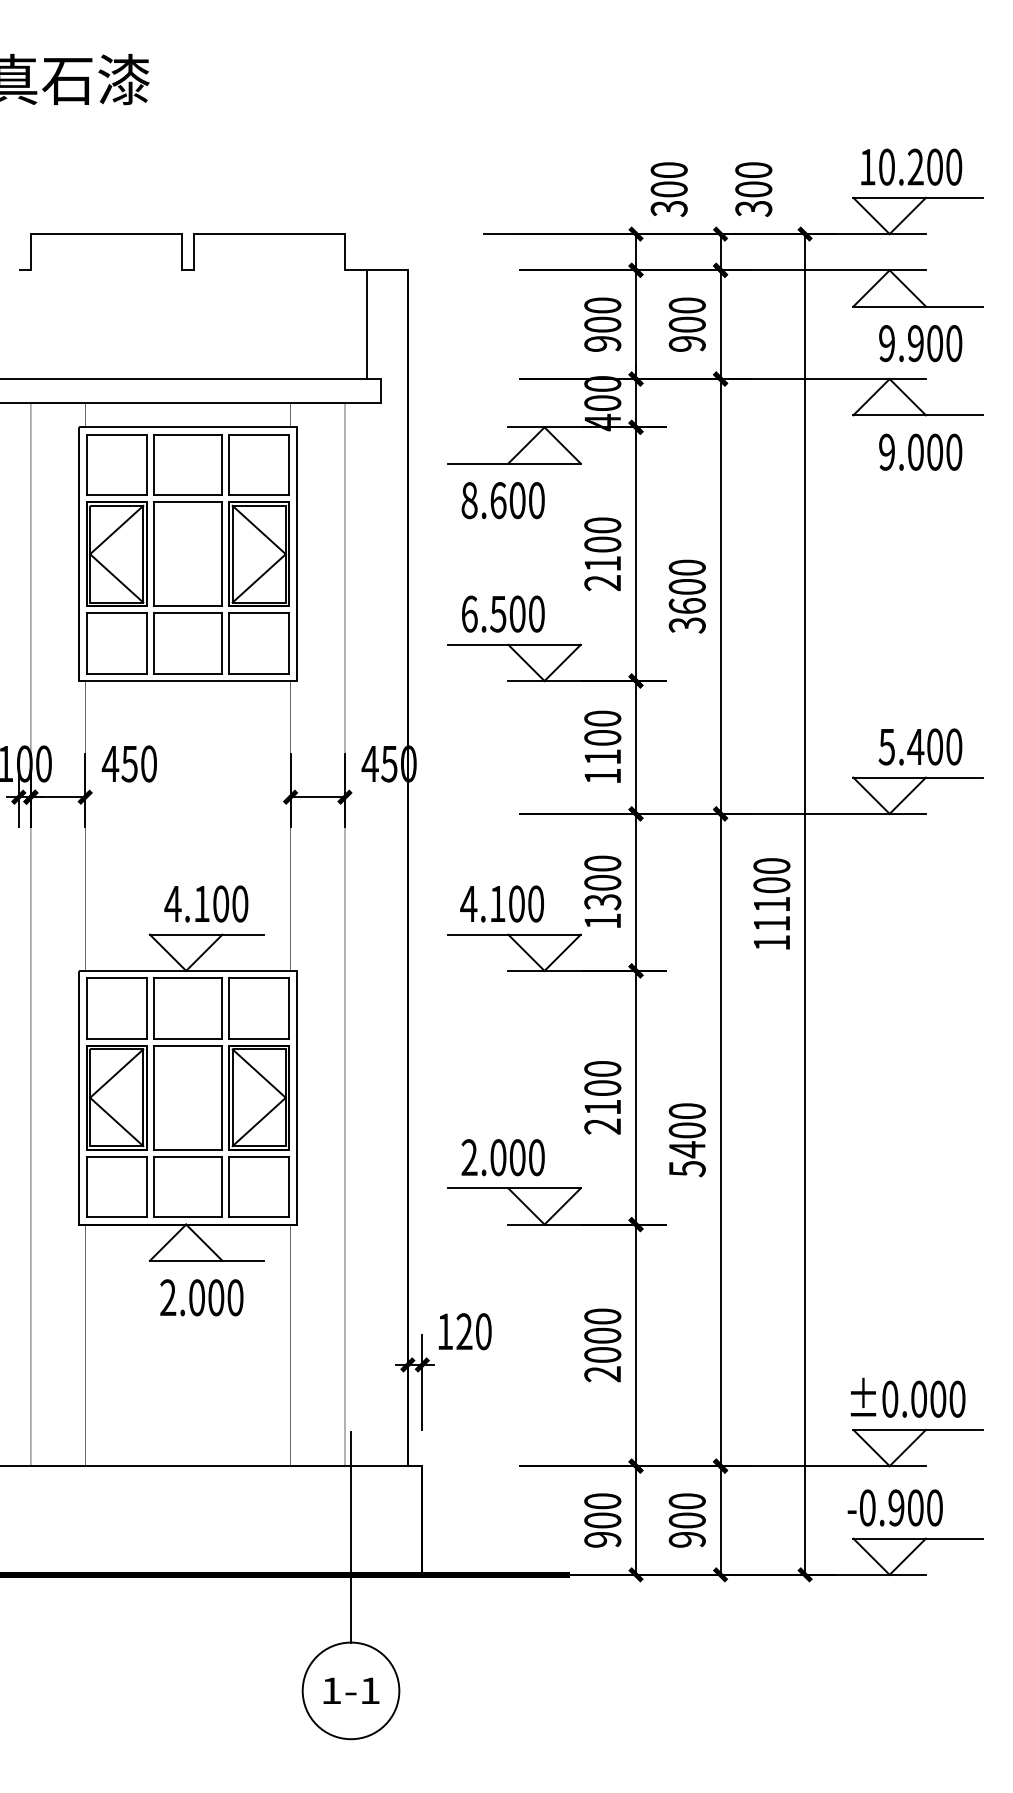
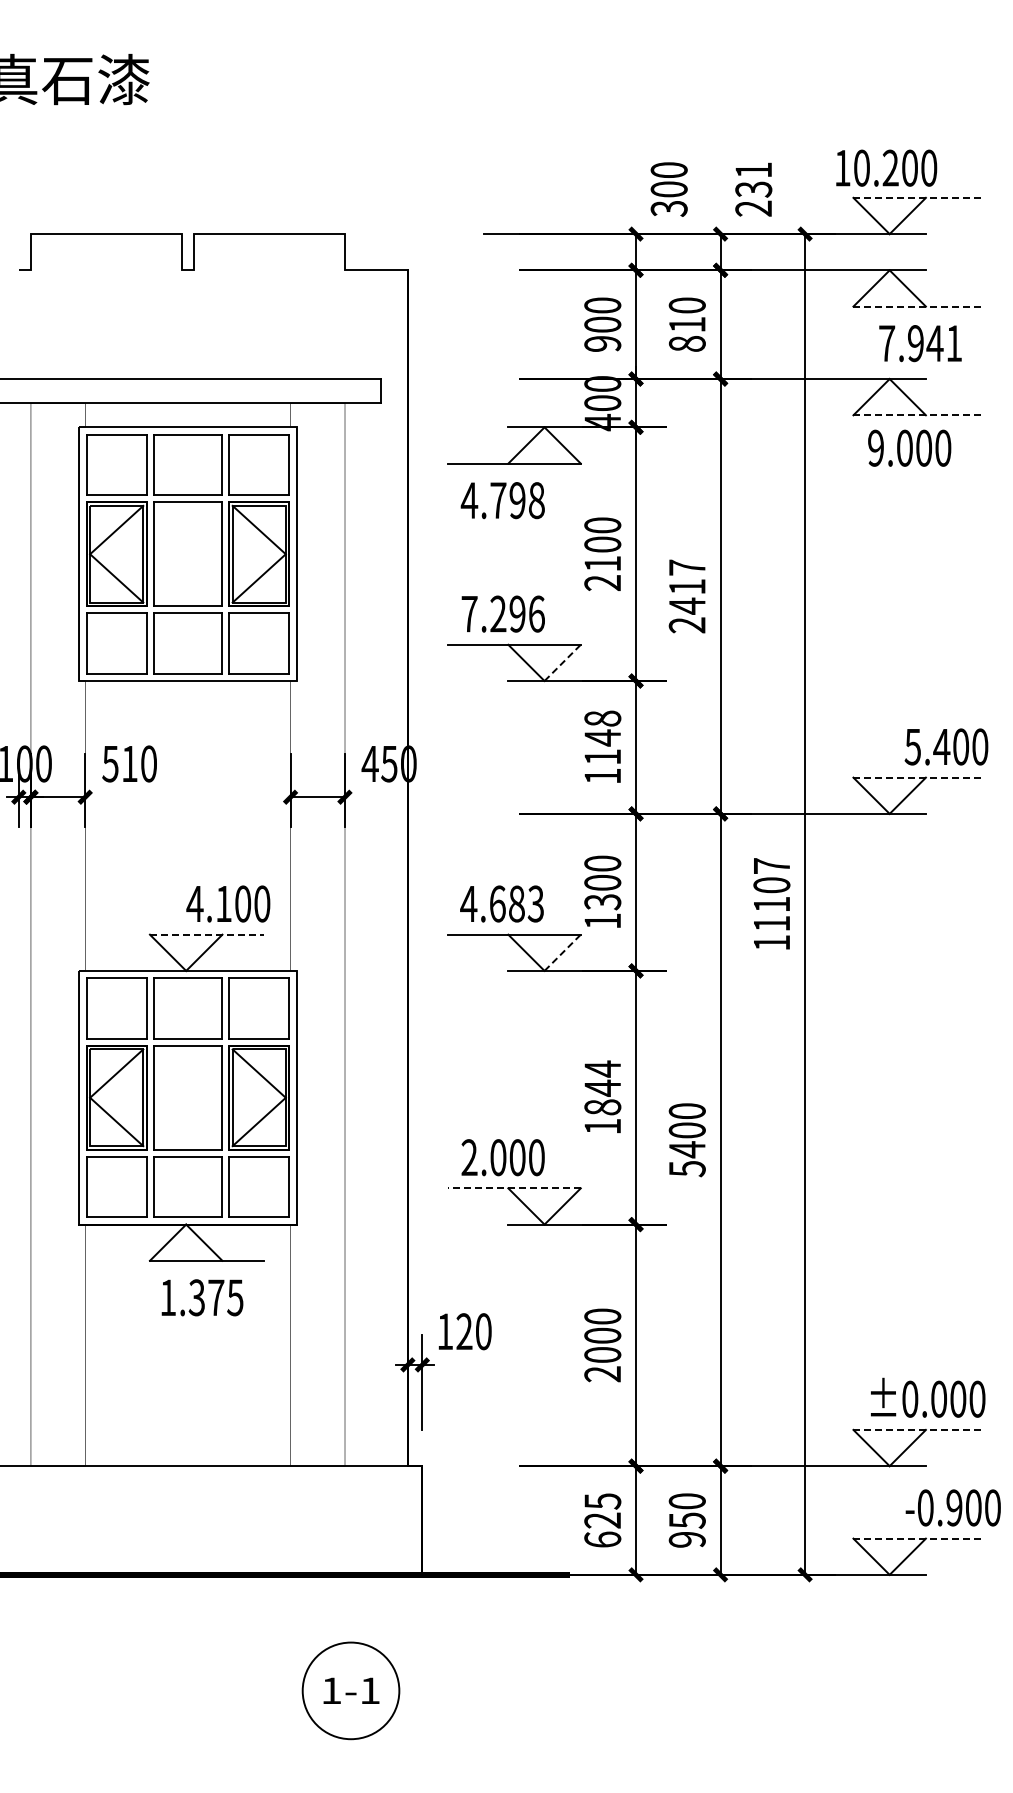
text at (911, 166) position: (911, 166) -> (886, 167)
text at (753, 189): 300 -> 231
line at (918, 197): solid -> dashed
line at (918, 306): solid -> dashed
line at (366, 324): present -> none
text at (686, 333): 900 -> 810
text at (920, 343): 9.900 -> 7.941
line at (918, 415): solid -> dashed
text at (920, 451) position: (920, 451) -> (909, 447)
text at (502, 500): 8.600 -> 4.798
text at (686, 596): 3600 -> 2417
text at (502, 613): 6.500 -> 7.296
line at (562, 662): solid -> dashed
text at (602, 728): 1100 -> 1148
text at (920, 746) position: (920, 746) -> (946, 746)
text at (119, 764): 450 -> 510
line at (918, 777): solid -> dashed
text at (771, 865): 11100 -> 11107
text at (206, 903) position: (206, 903) -> (228, 903)
text at (517, 903): 4.100 -> 4.683
line at (206, 934): solid -> dashed
line at (562, 952): solid -> dashed
text at (602, 1097): 2100 -> 1844
line at (514, 1188): solid -> dashed
text at (201, 1297): 2.000 -> 1.375
text at (908, 1397) position: (908, 1397) -> (928, 1397)
line at (918, 1429): solid -> dashed
text at (894, 1507) position: (894, 1507) -> (952, 1507)
text at (602, 1520): 900 -> 625
text at (686, 1520): 900 -> 950
line at (351, 1537): present -> none
line at (918, 1538): solid -> dashed
